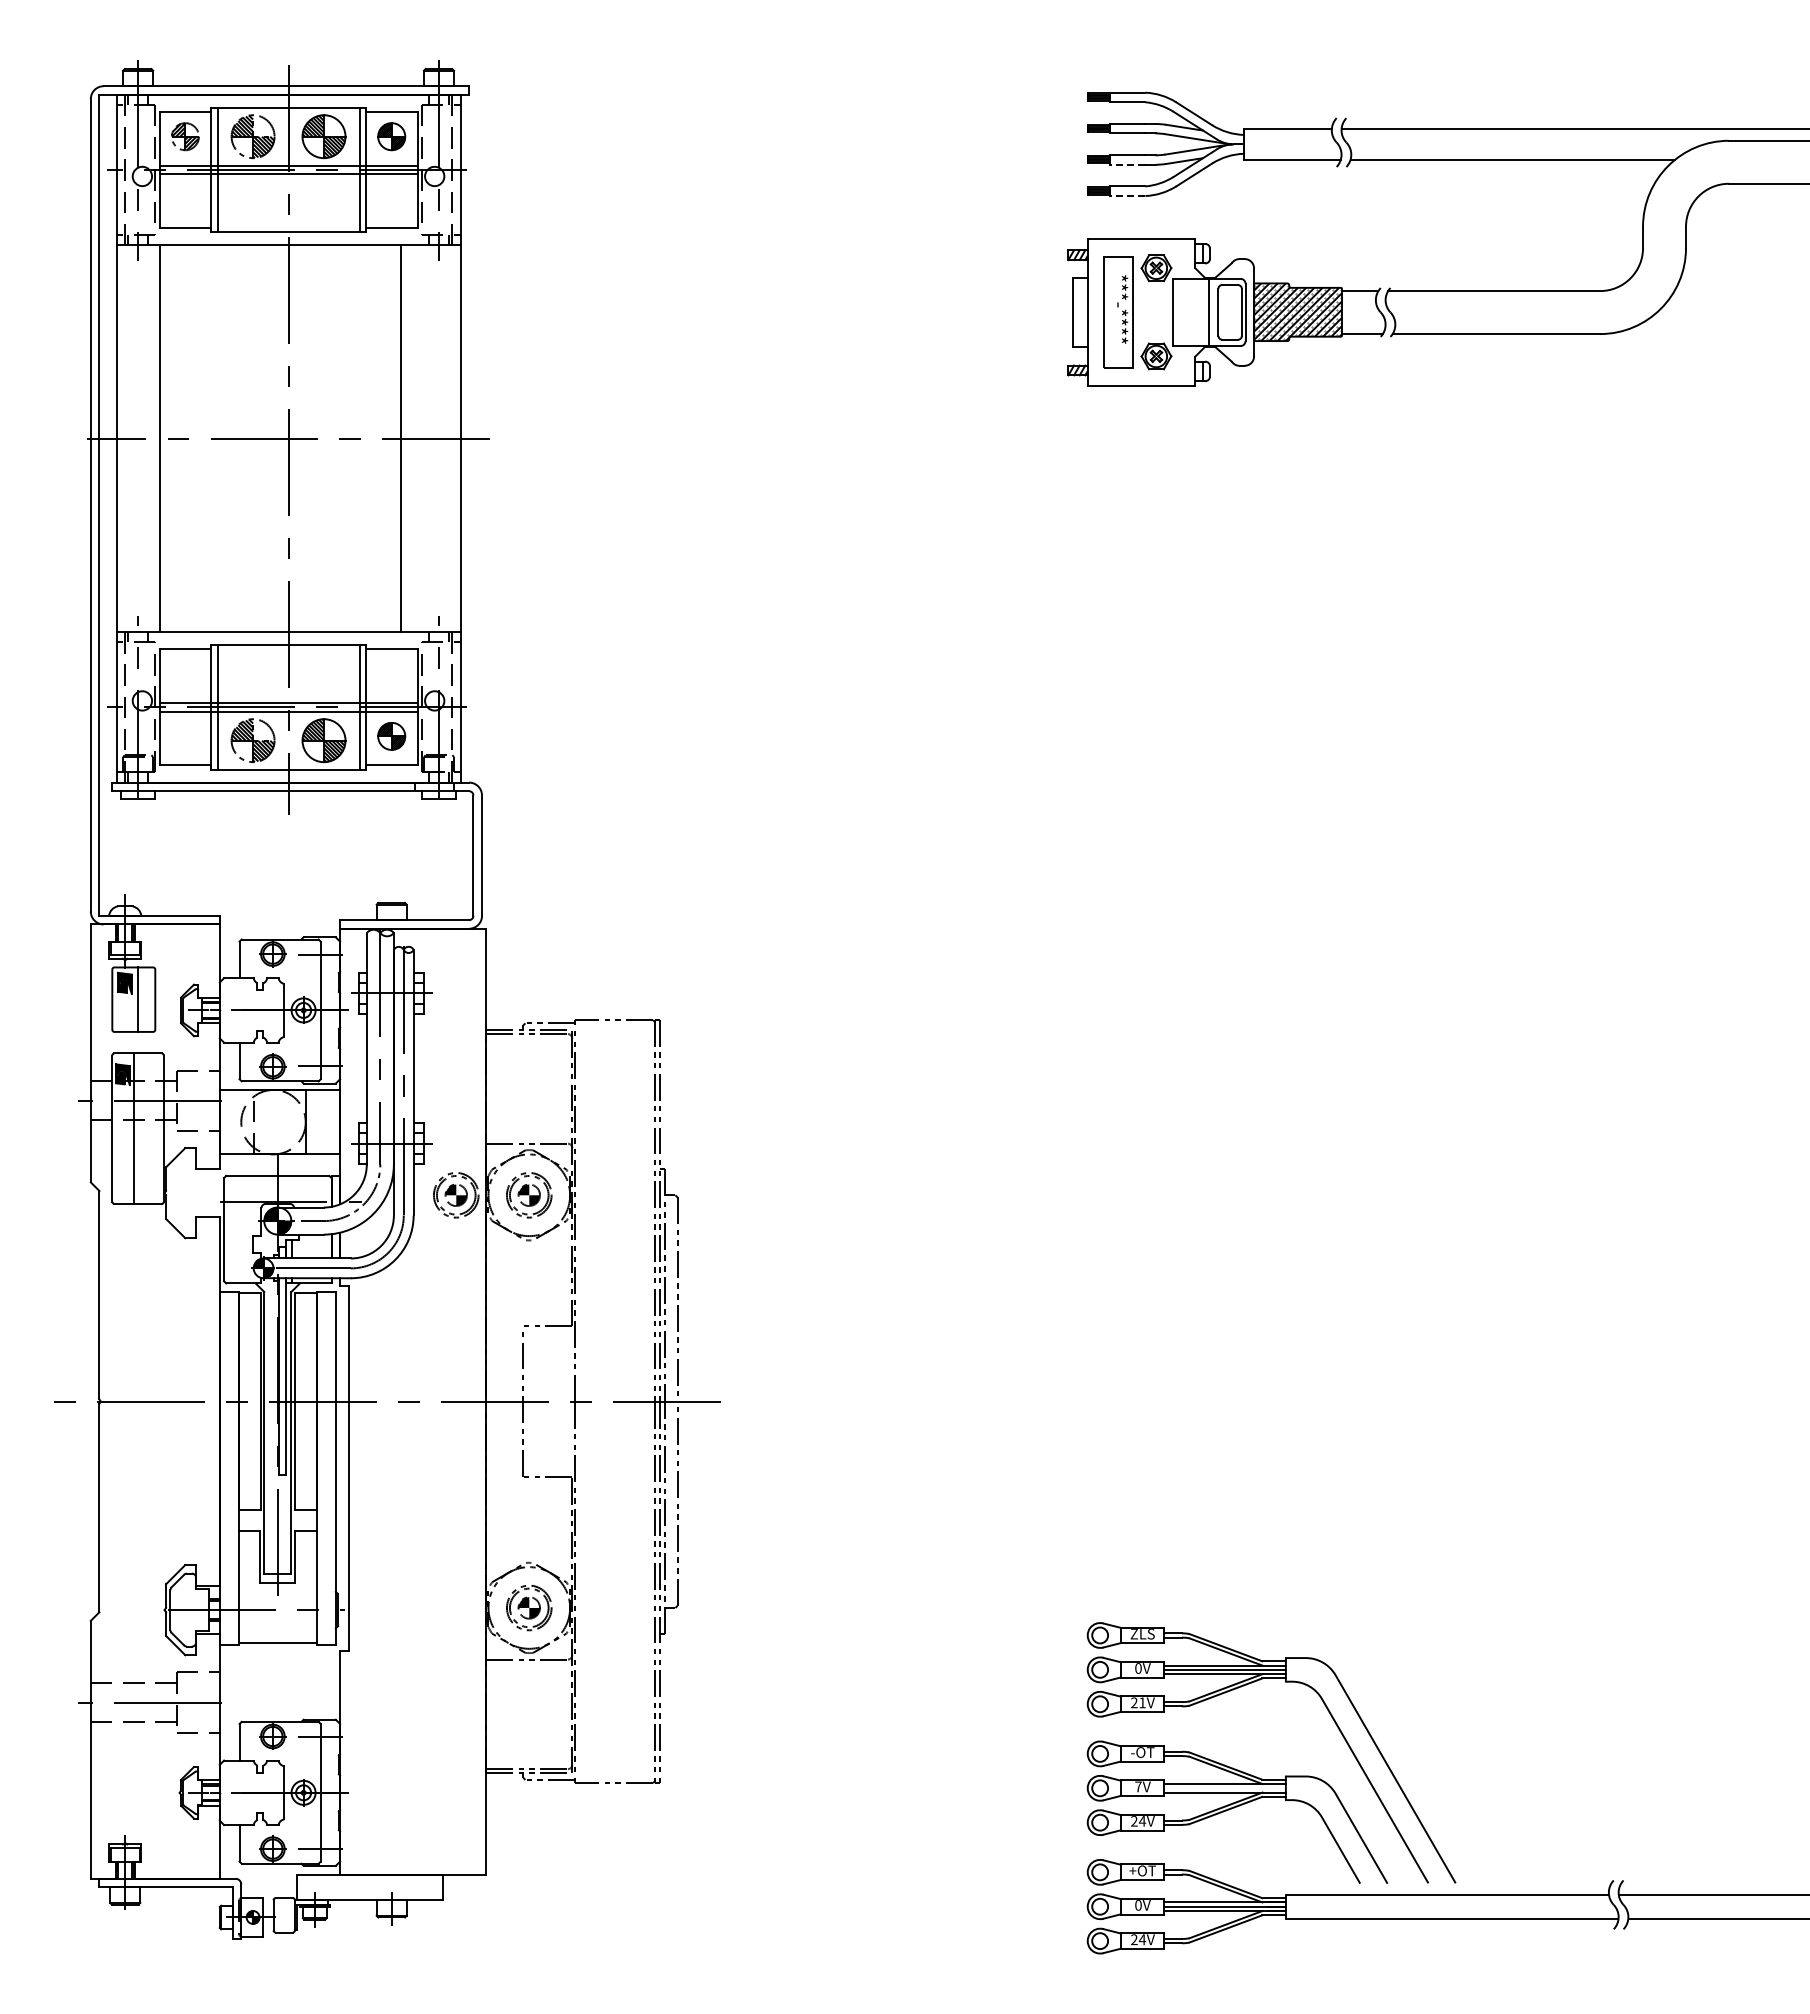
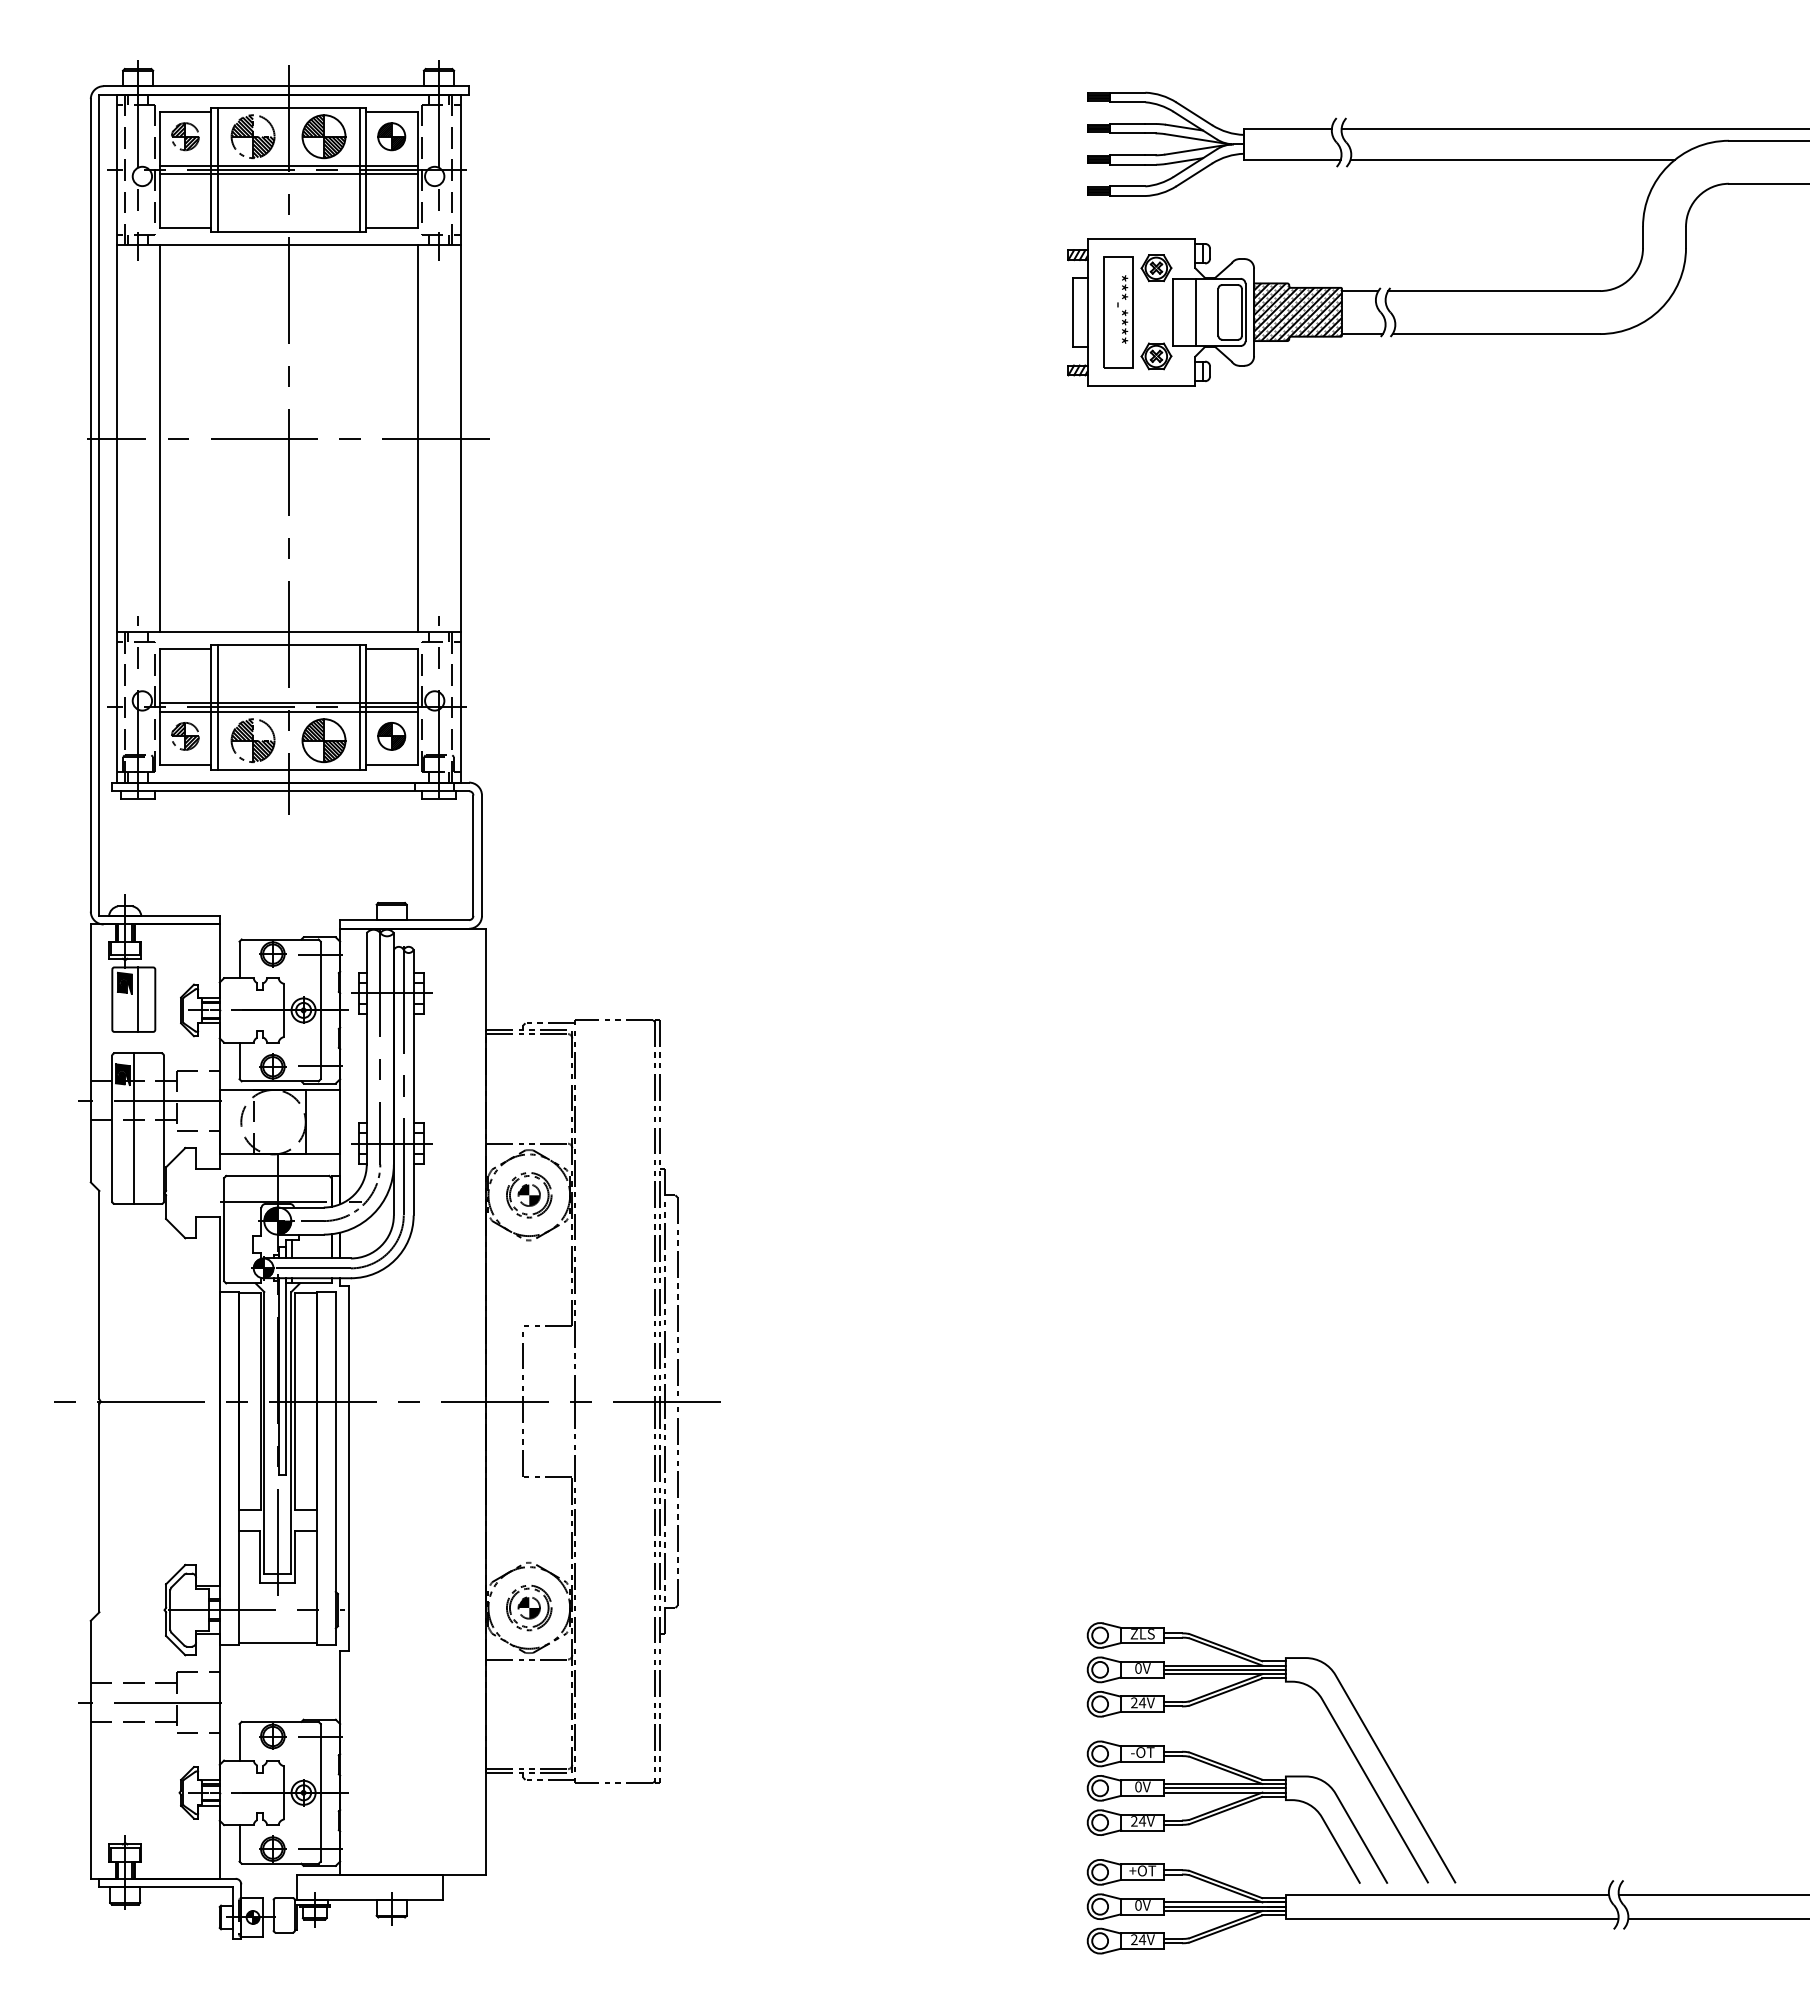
line at (1127, 164): dashed -> solid
line at (1127, 196): dashed -> solid
line at (1208, 312) position: (1208, 312) -> (1195, 312)
line at (400, 438) position: (400, 438) -> (417, 438)
part at (185, 736): none -> present
part at (456, 1195): present -> none
text at (1142, 1702): 21V -> 24V
text at (1138, 1786): 7V -> 0V
line at (1224, 1788): none -> present
